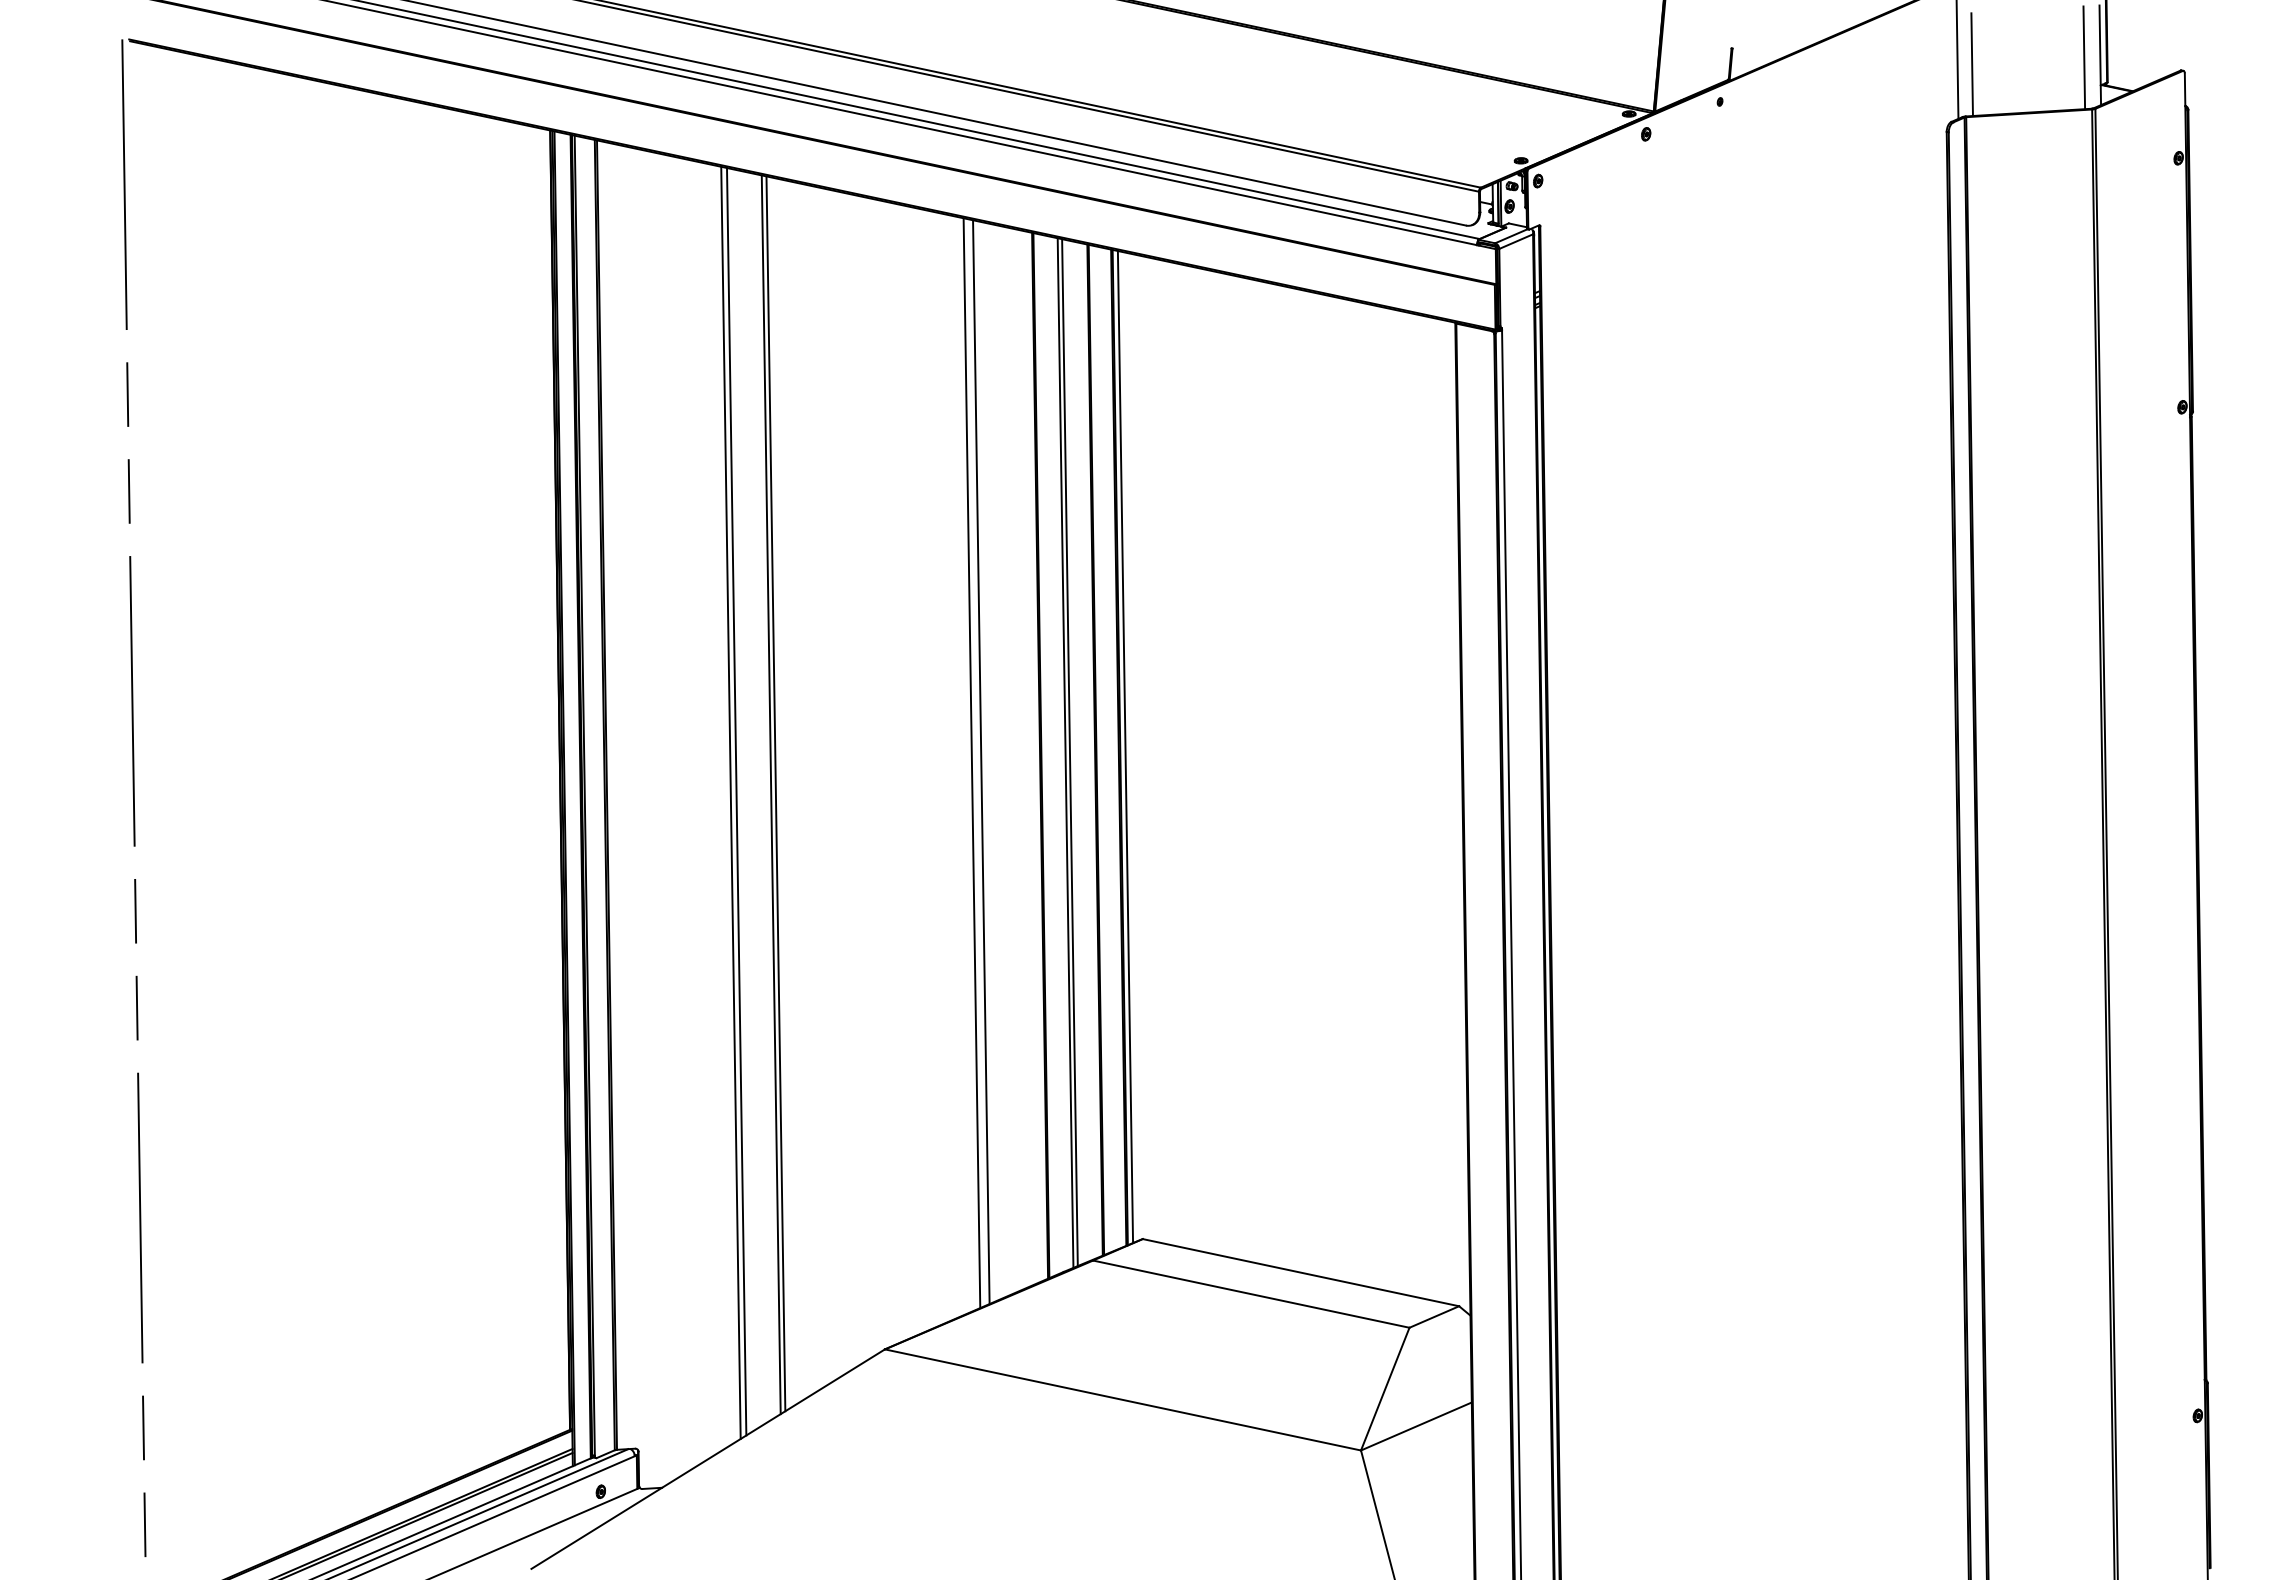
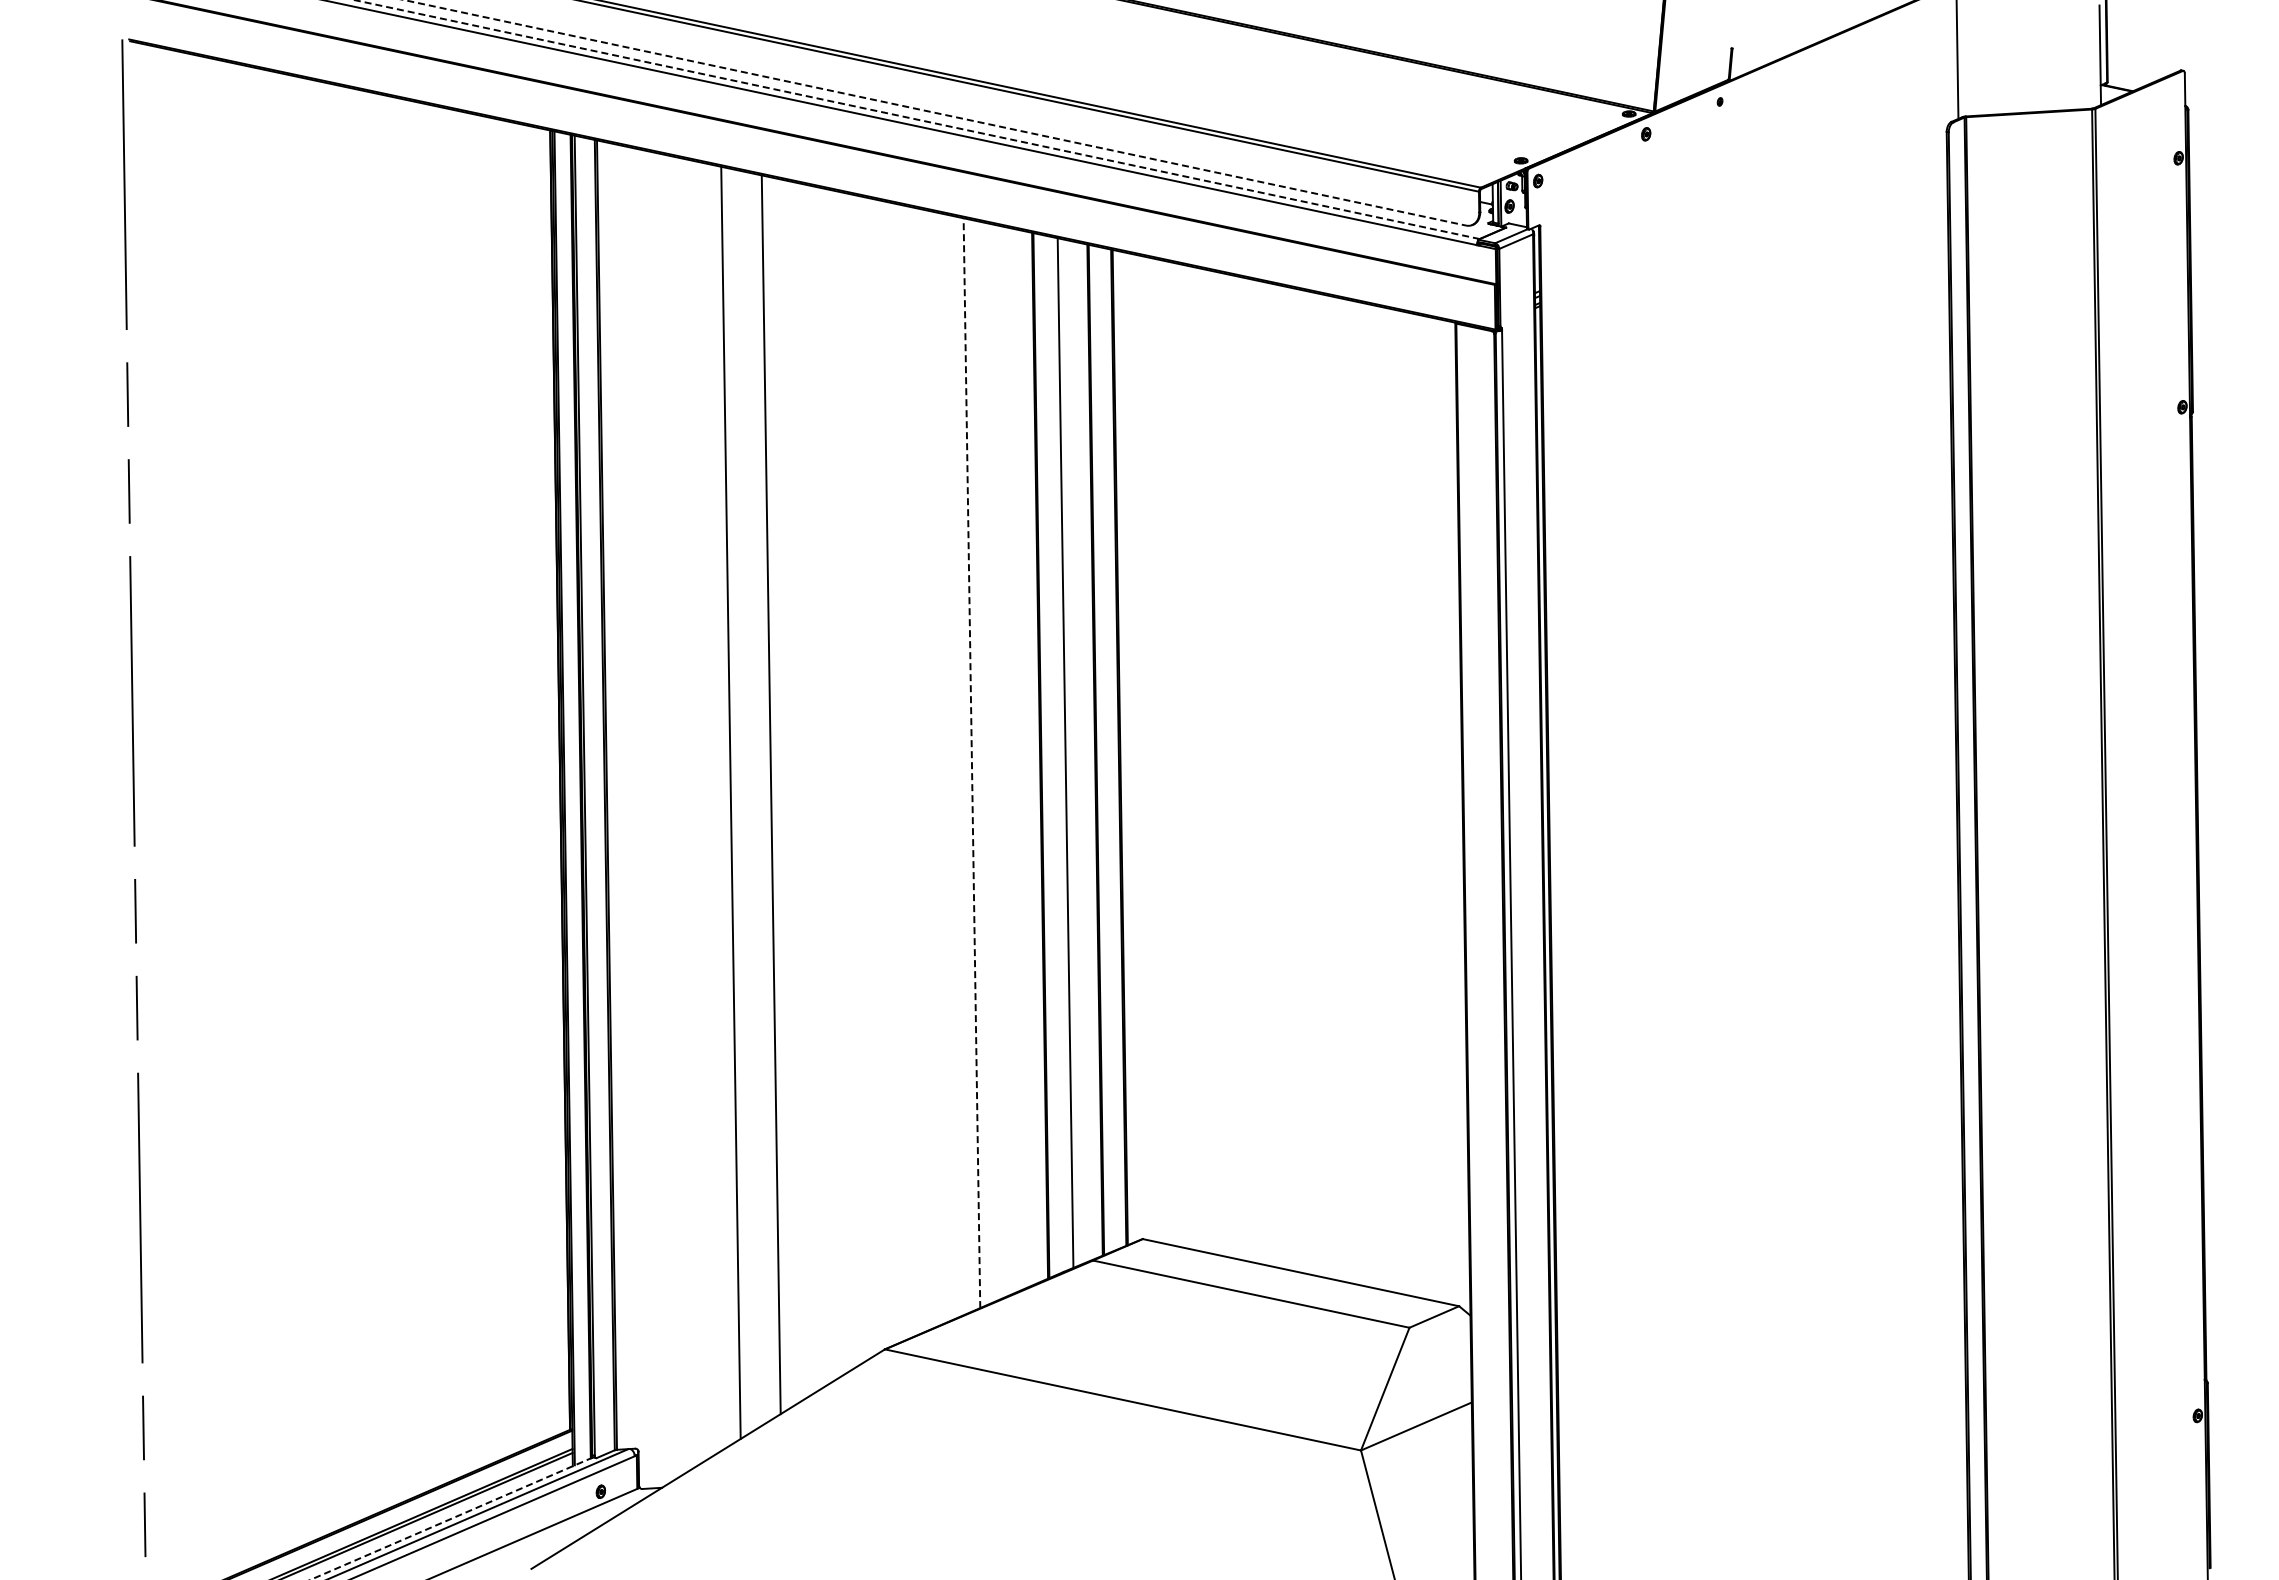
line at (2084, 57): present -> none
line at (1971, 64): present -> none
line at (935, 112): solid -> dashed
line at (916, 119): solid -> dashed
line at (1125, 747): present -> none
line at (1069, 752): present -> none
line at (981, 762): present -> none
line at (971, 763): solid -> dashed
line at (775, 793): present -> none
line at (736, 801): present -> none
line at (451, 1518): solid -> dashed
